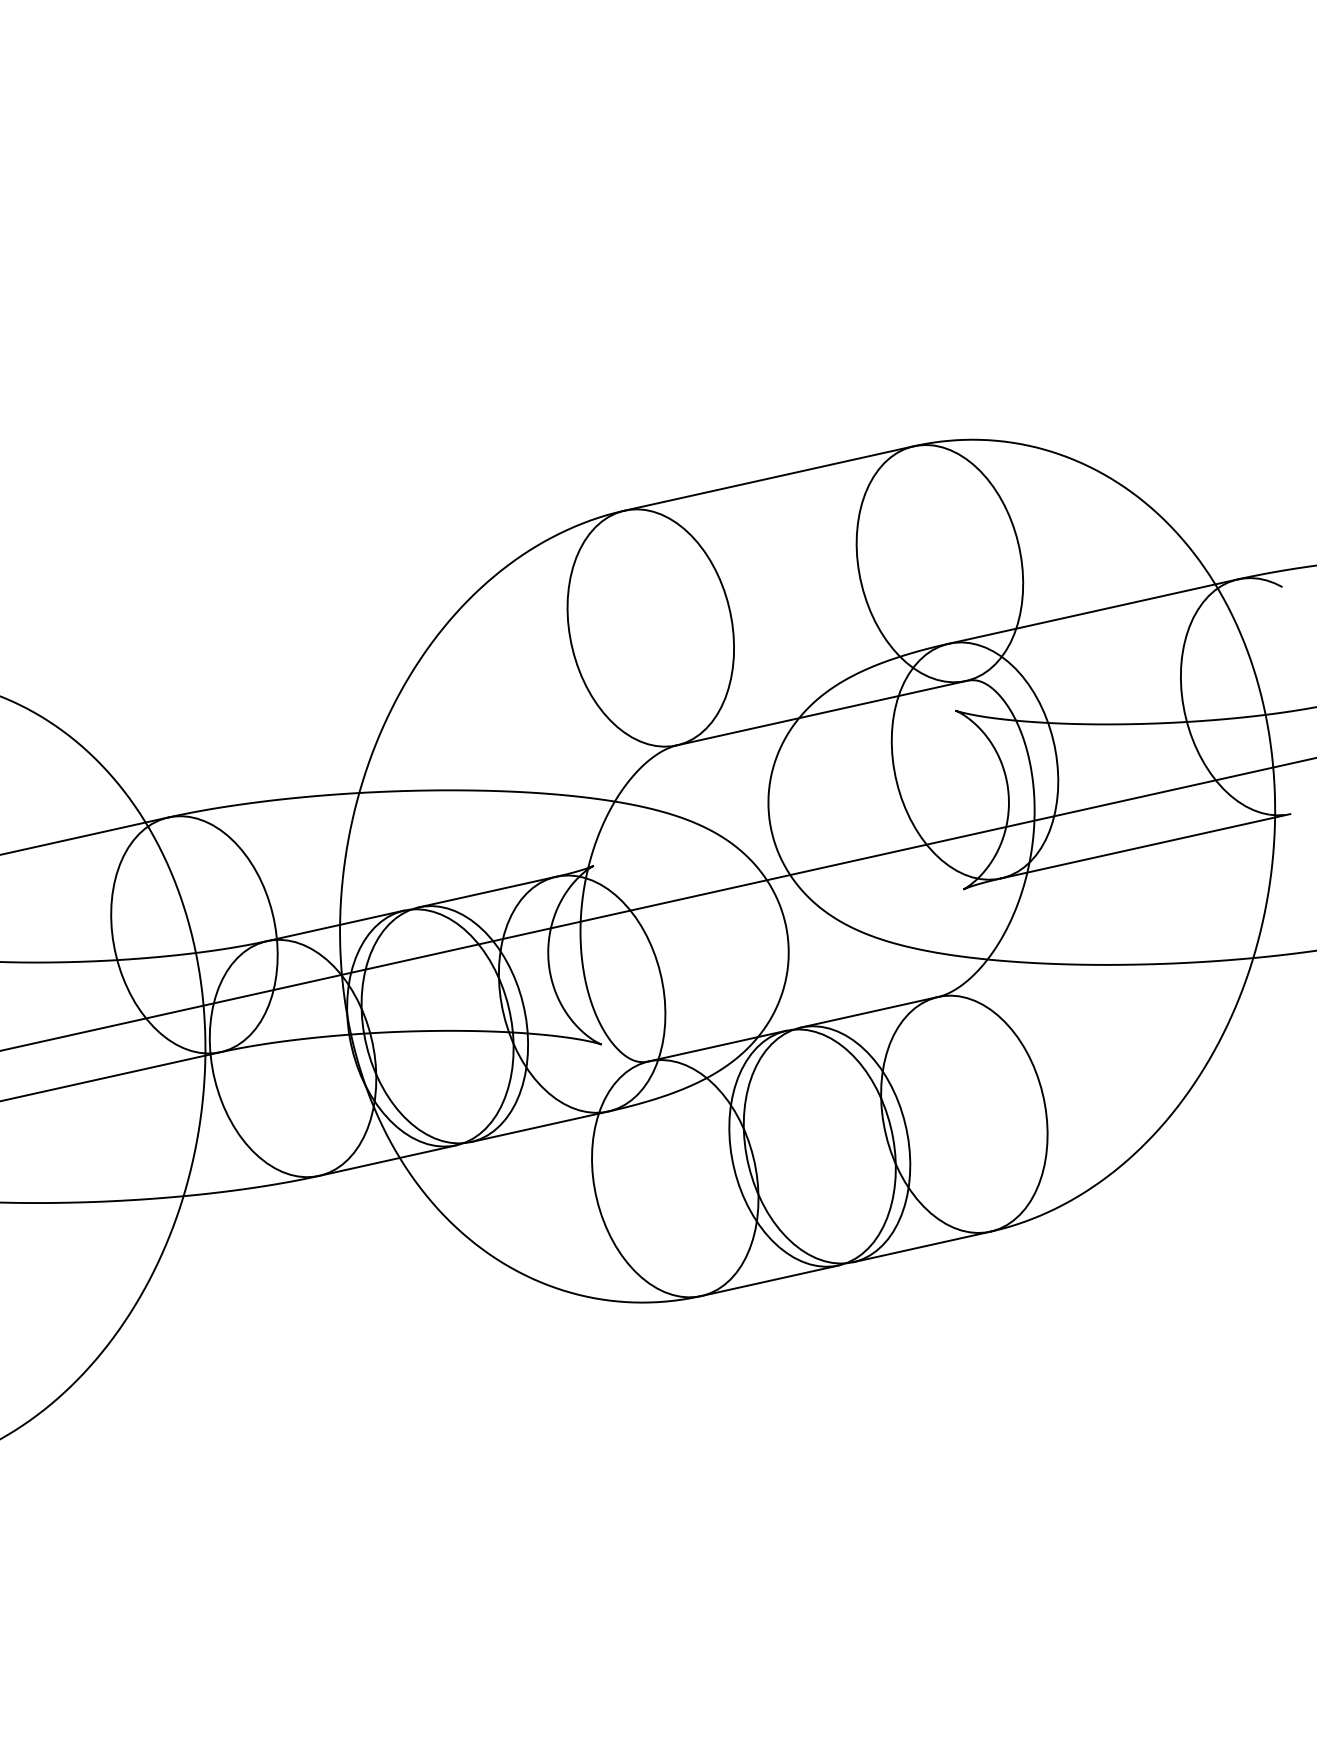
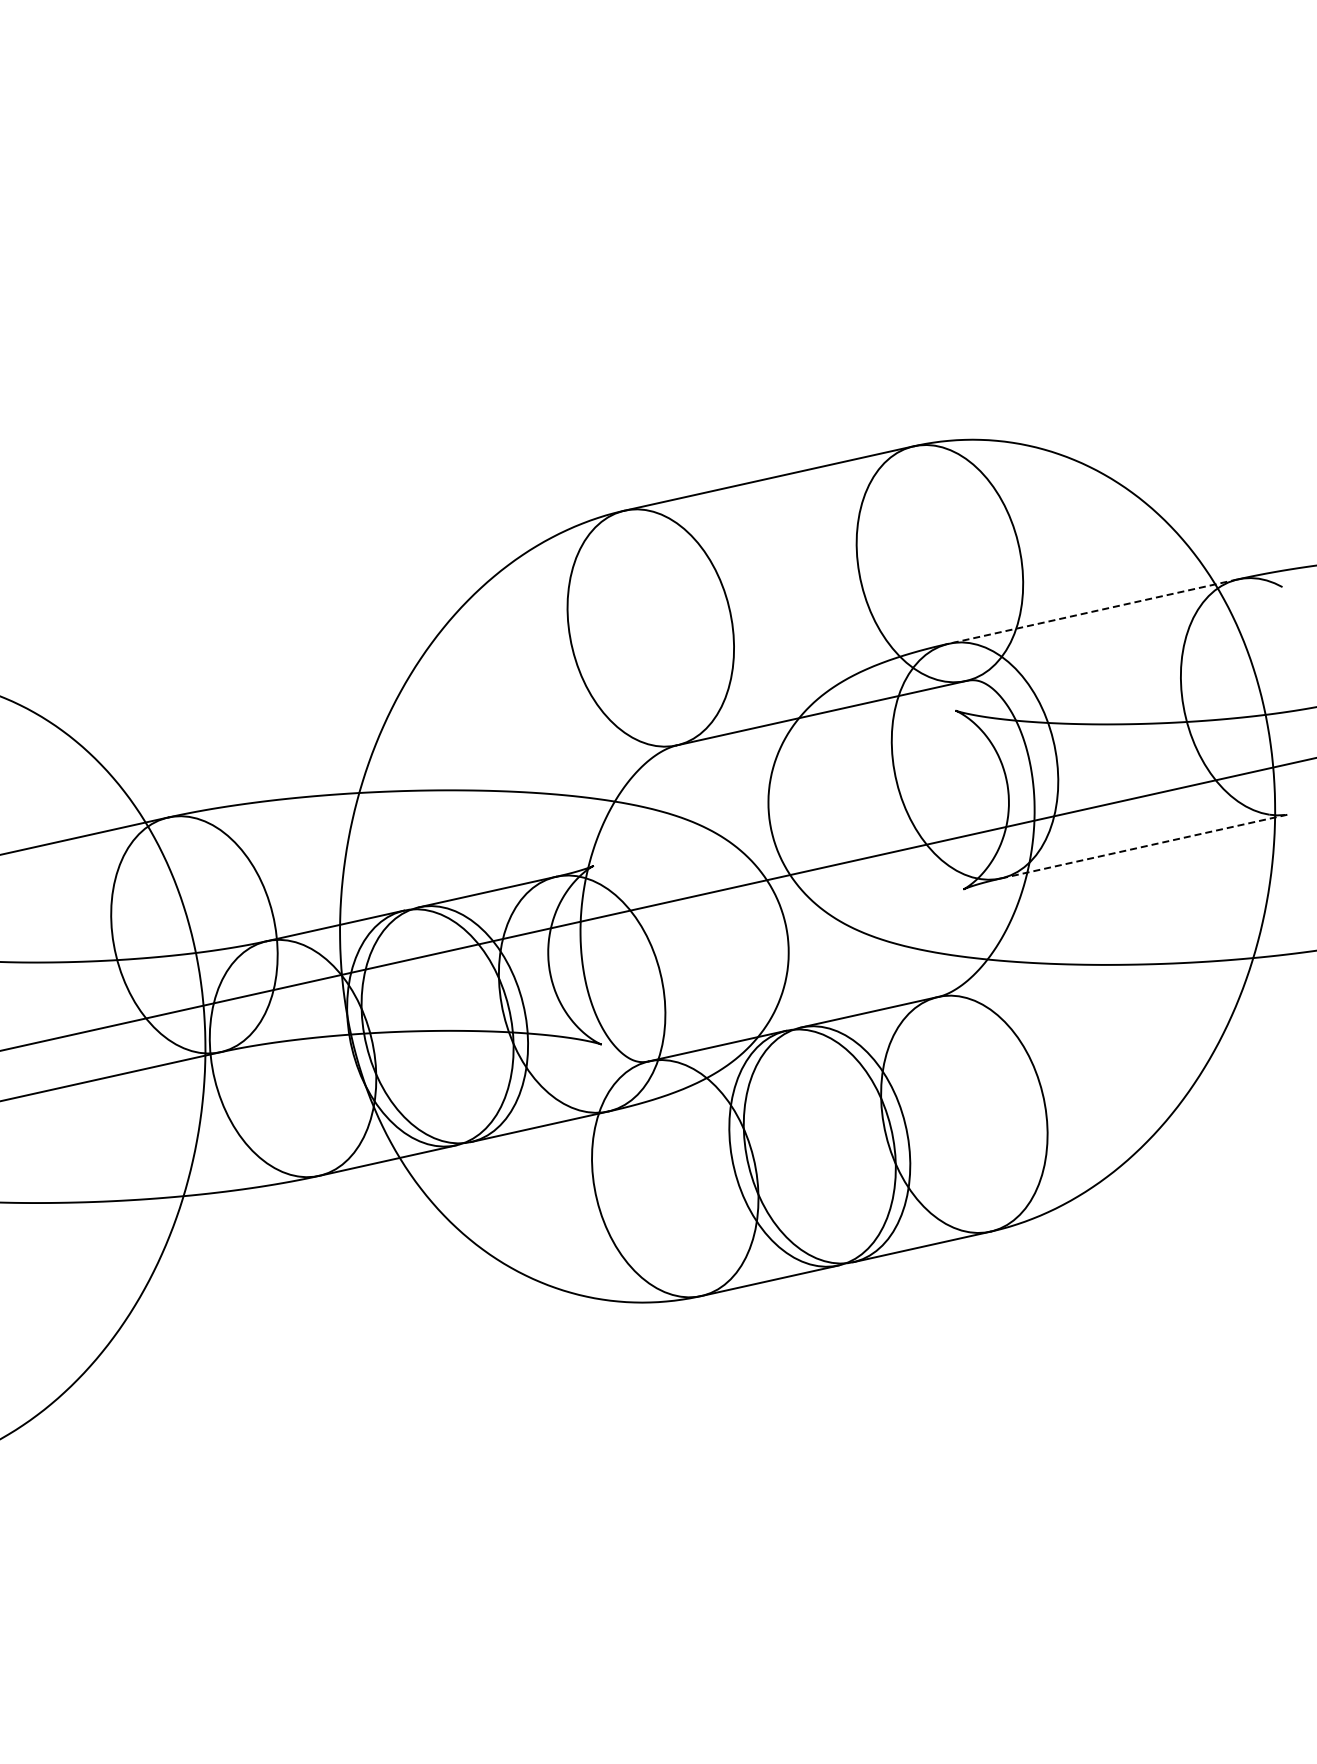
line at (1092, 611): solid -> dashed
line at (1146, 846): solid -> dashed
